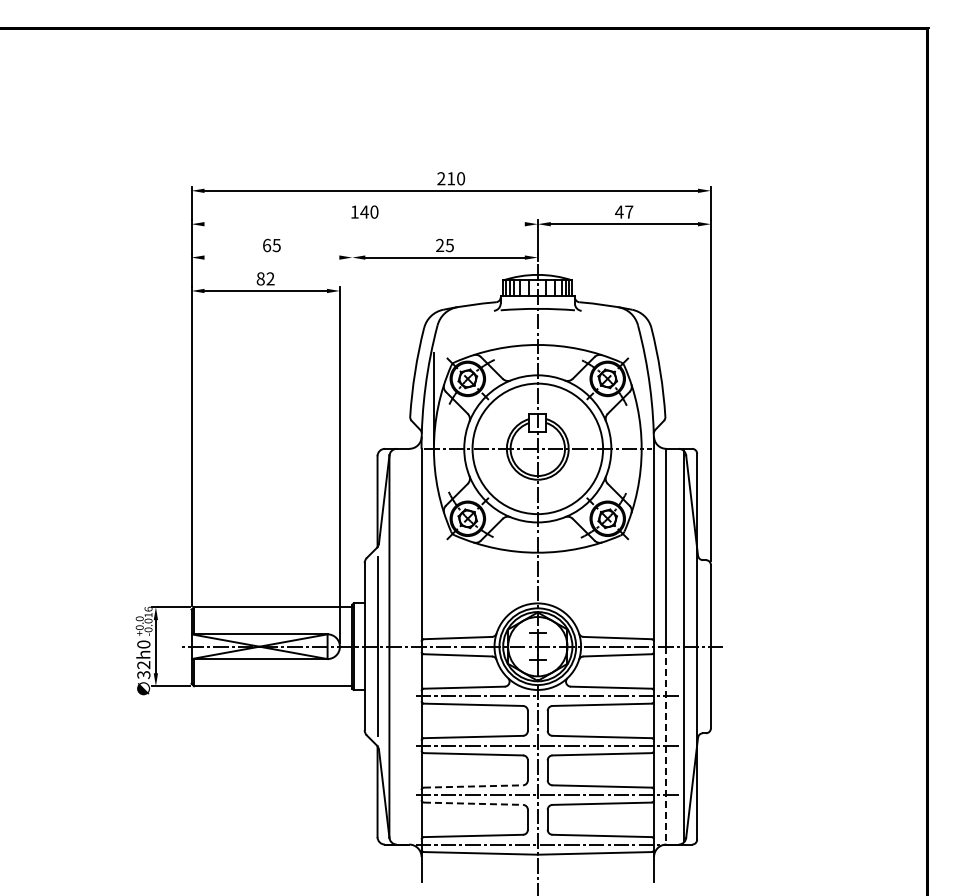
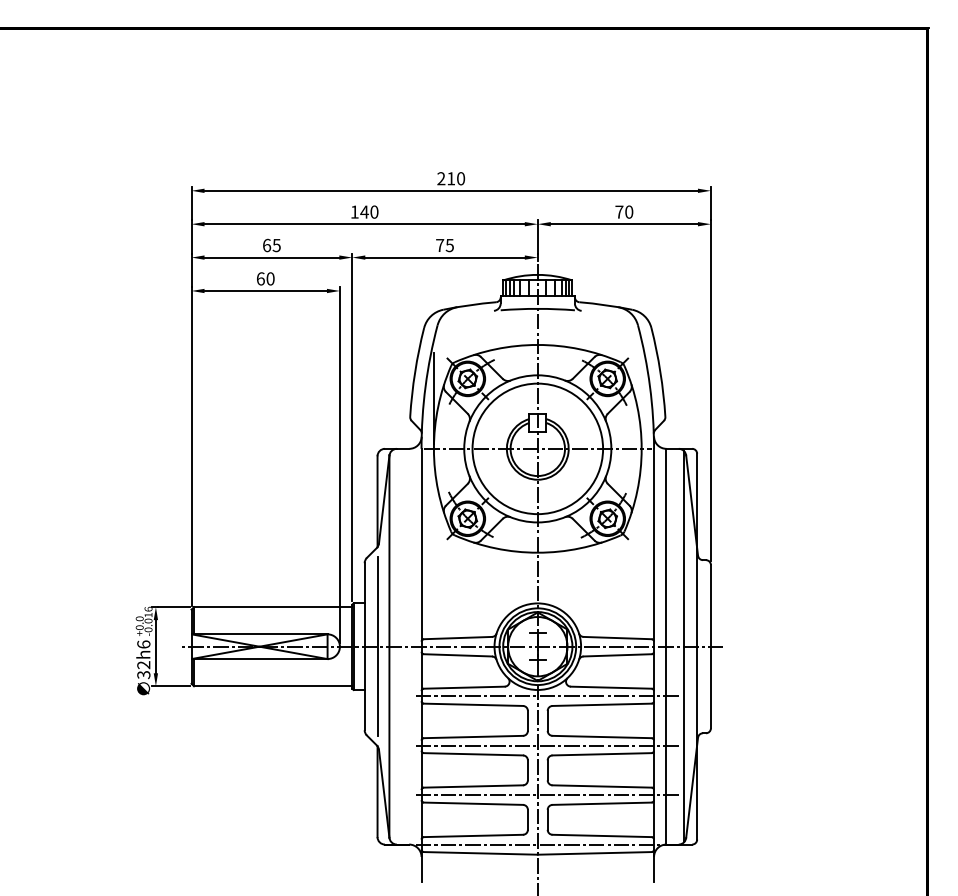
text at (624, 211): 47 -> 70
line at (364, 224): none -> present
text at (440, 244): 25 -> 75
line at (271, 257): none -> present
text at (265, 278): 82 -> 60
line at (352, 426): none -> present
text at (143, 644): 32h0 -> 32h6
line at (666, 745): dashed -> solid
line at (473, 786): dashed -> solid
line at (473, 803): dashed -> solid
